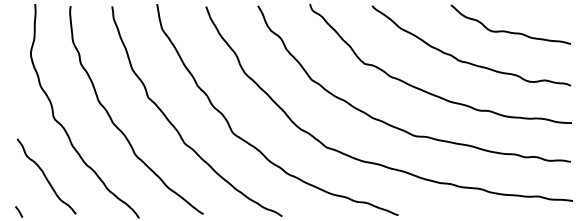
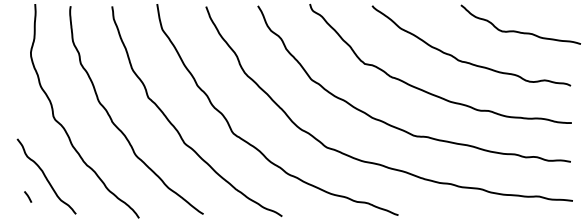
curve at (510, 31) position: (510, 31) -> (520, 31)
curve at (19, 211) position: (19, 211) -> (28, 196)
